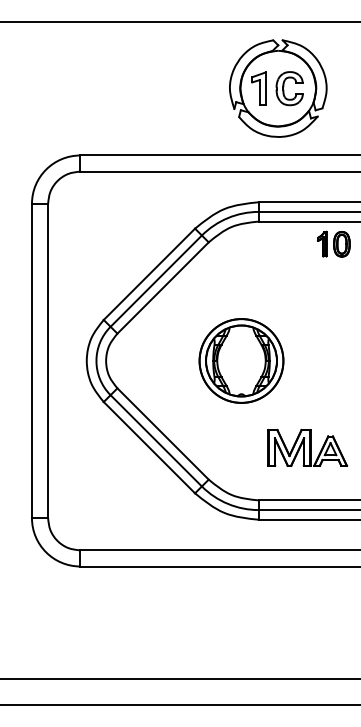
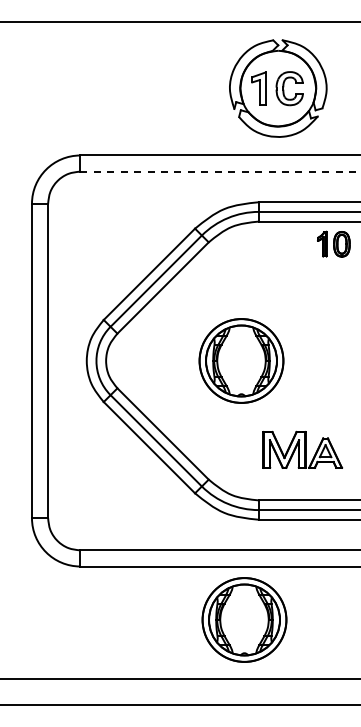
line at (220, 171): solid -> dashed
part at (307, 447) position: (307, 447) -> (302, 449)
part at (244, 619): none -> present
